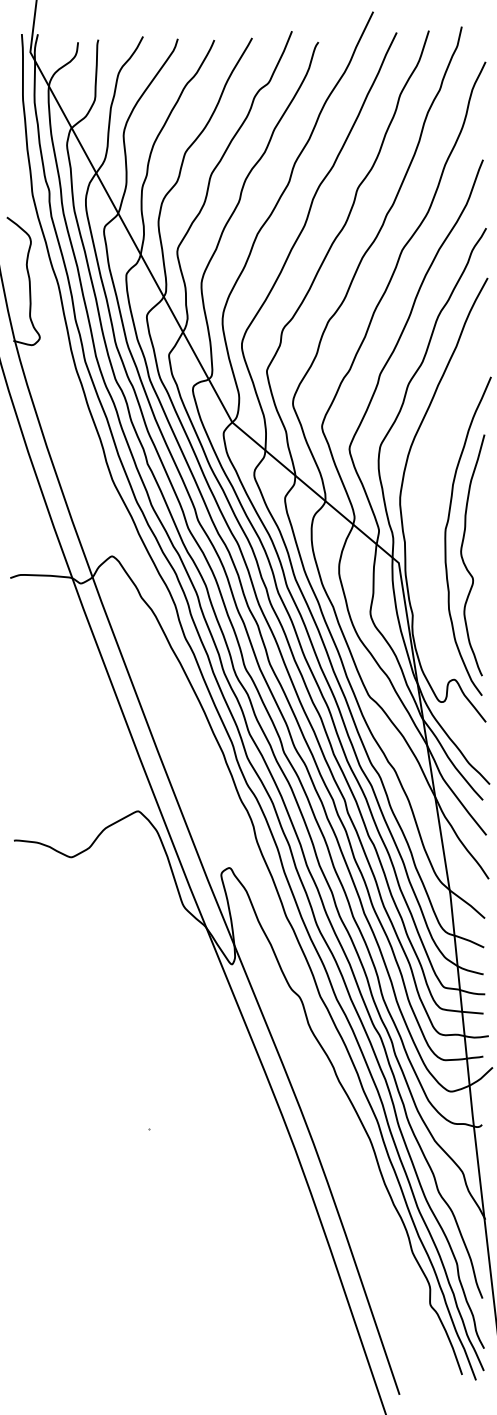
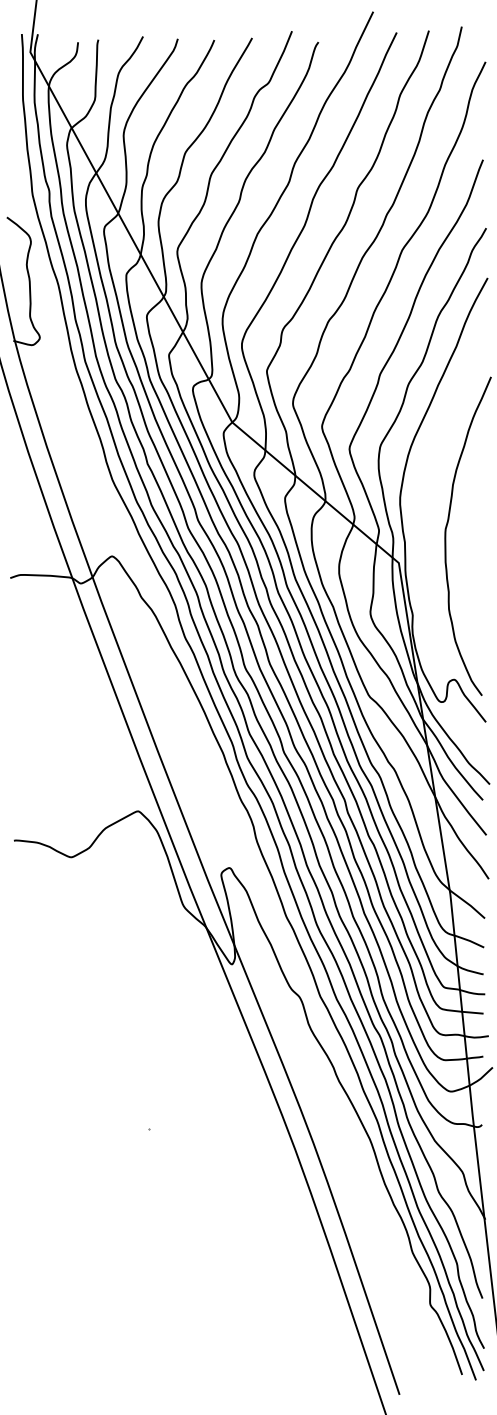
curve at (463, 558): present -> none
